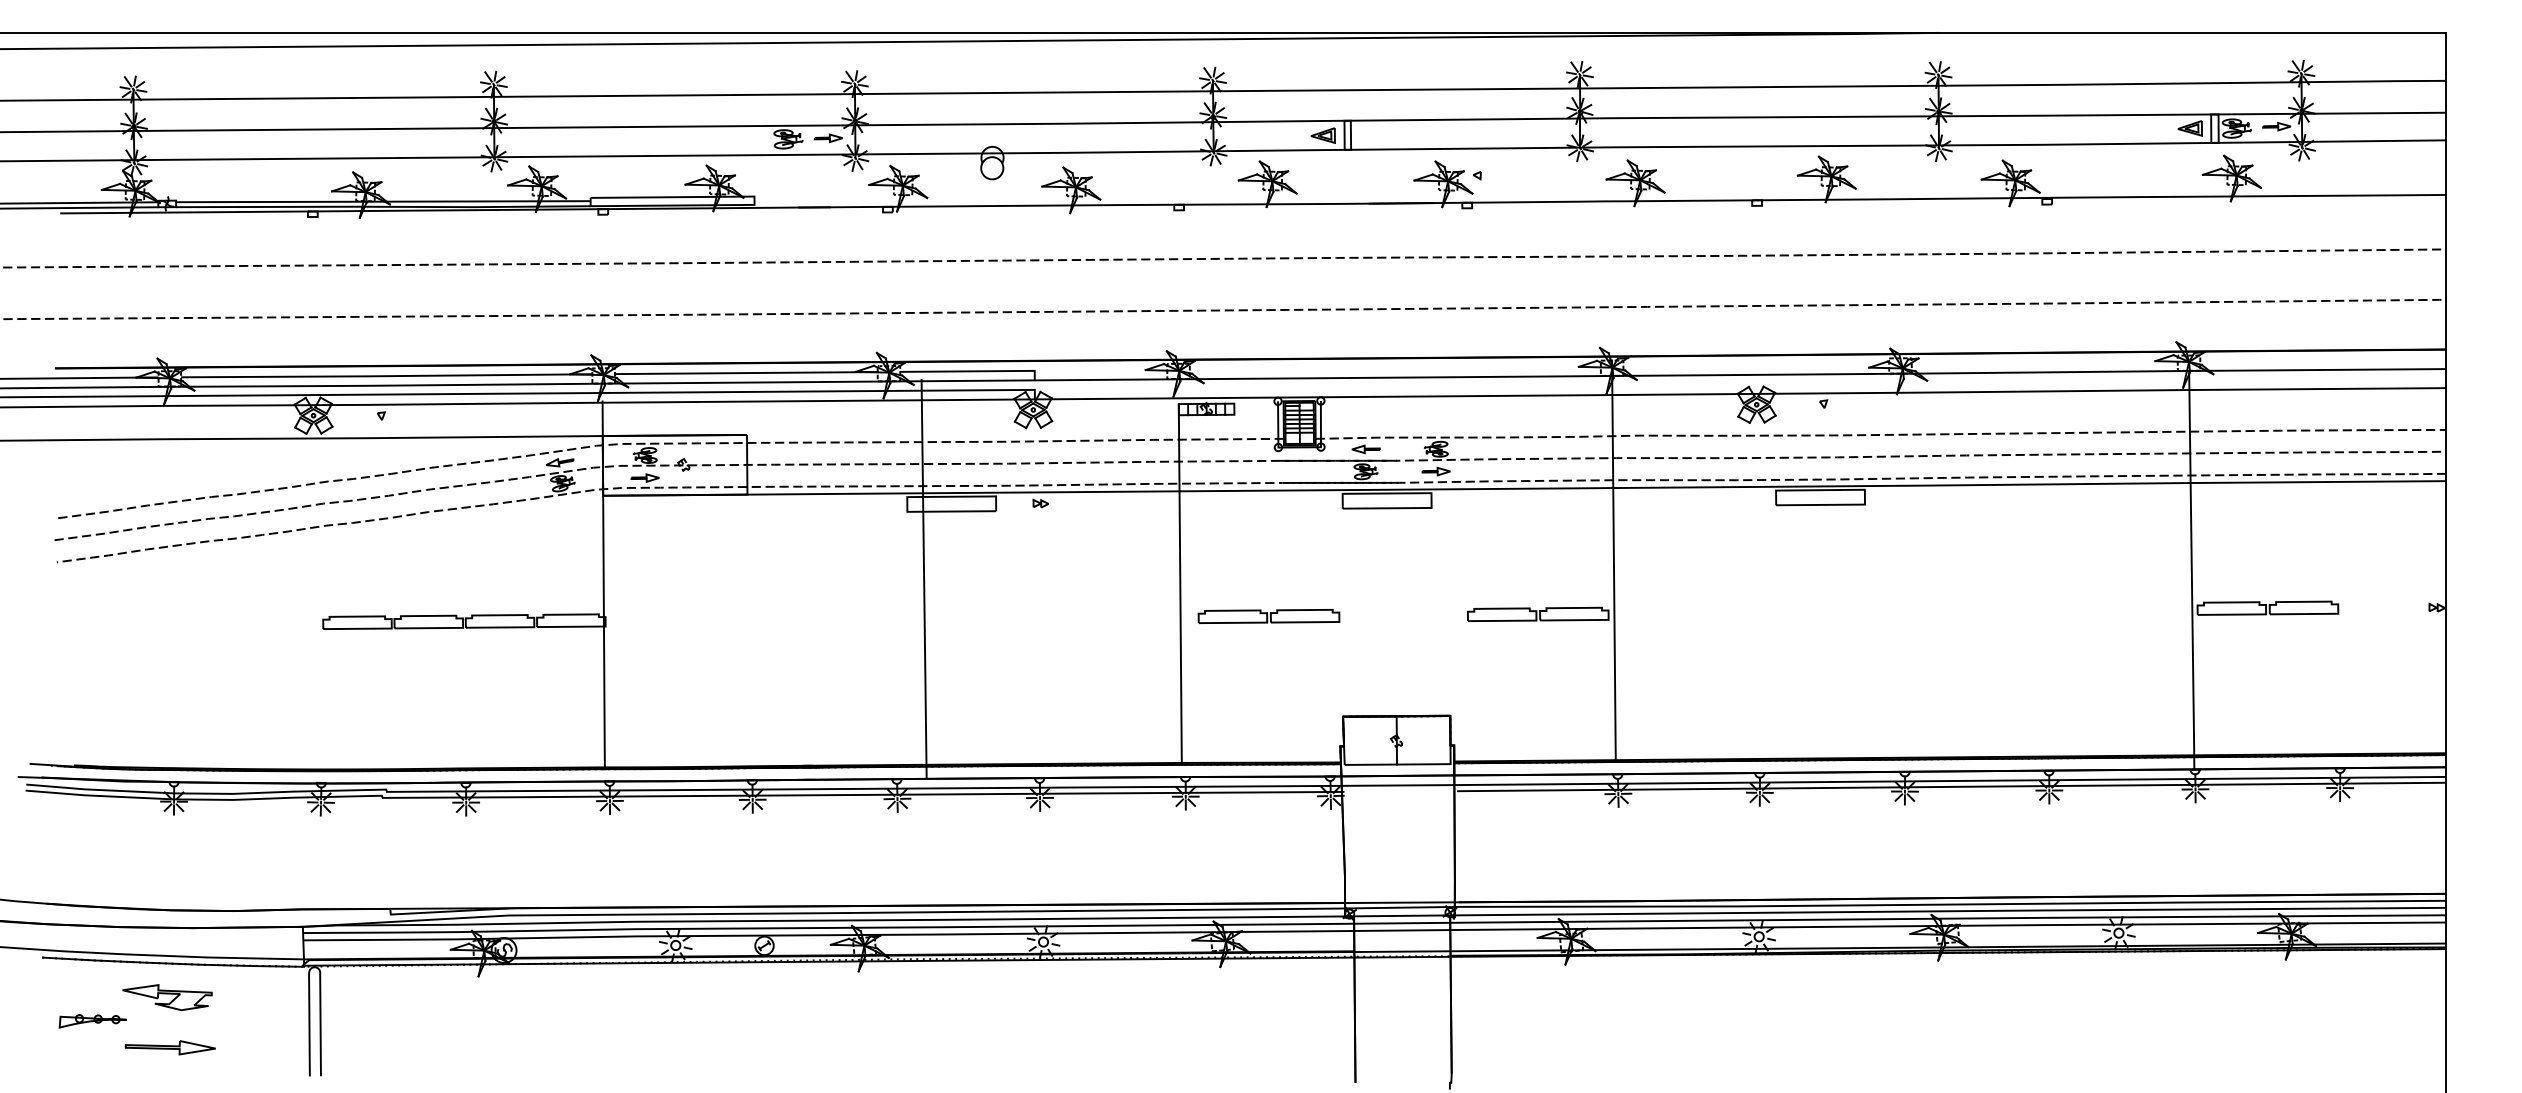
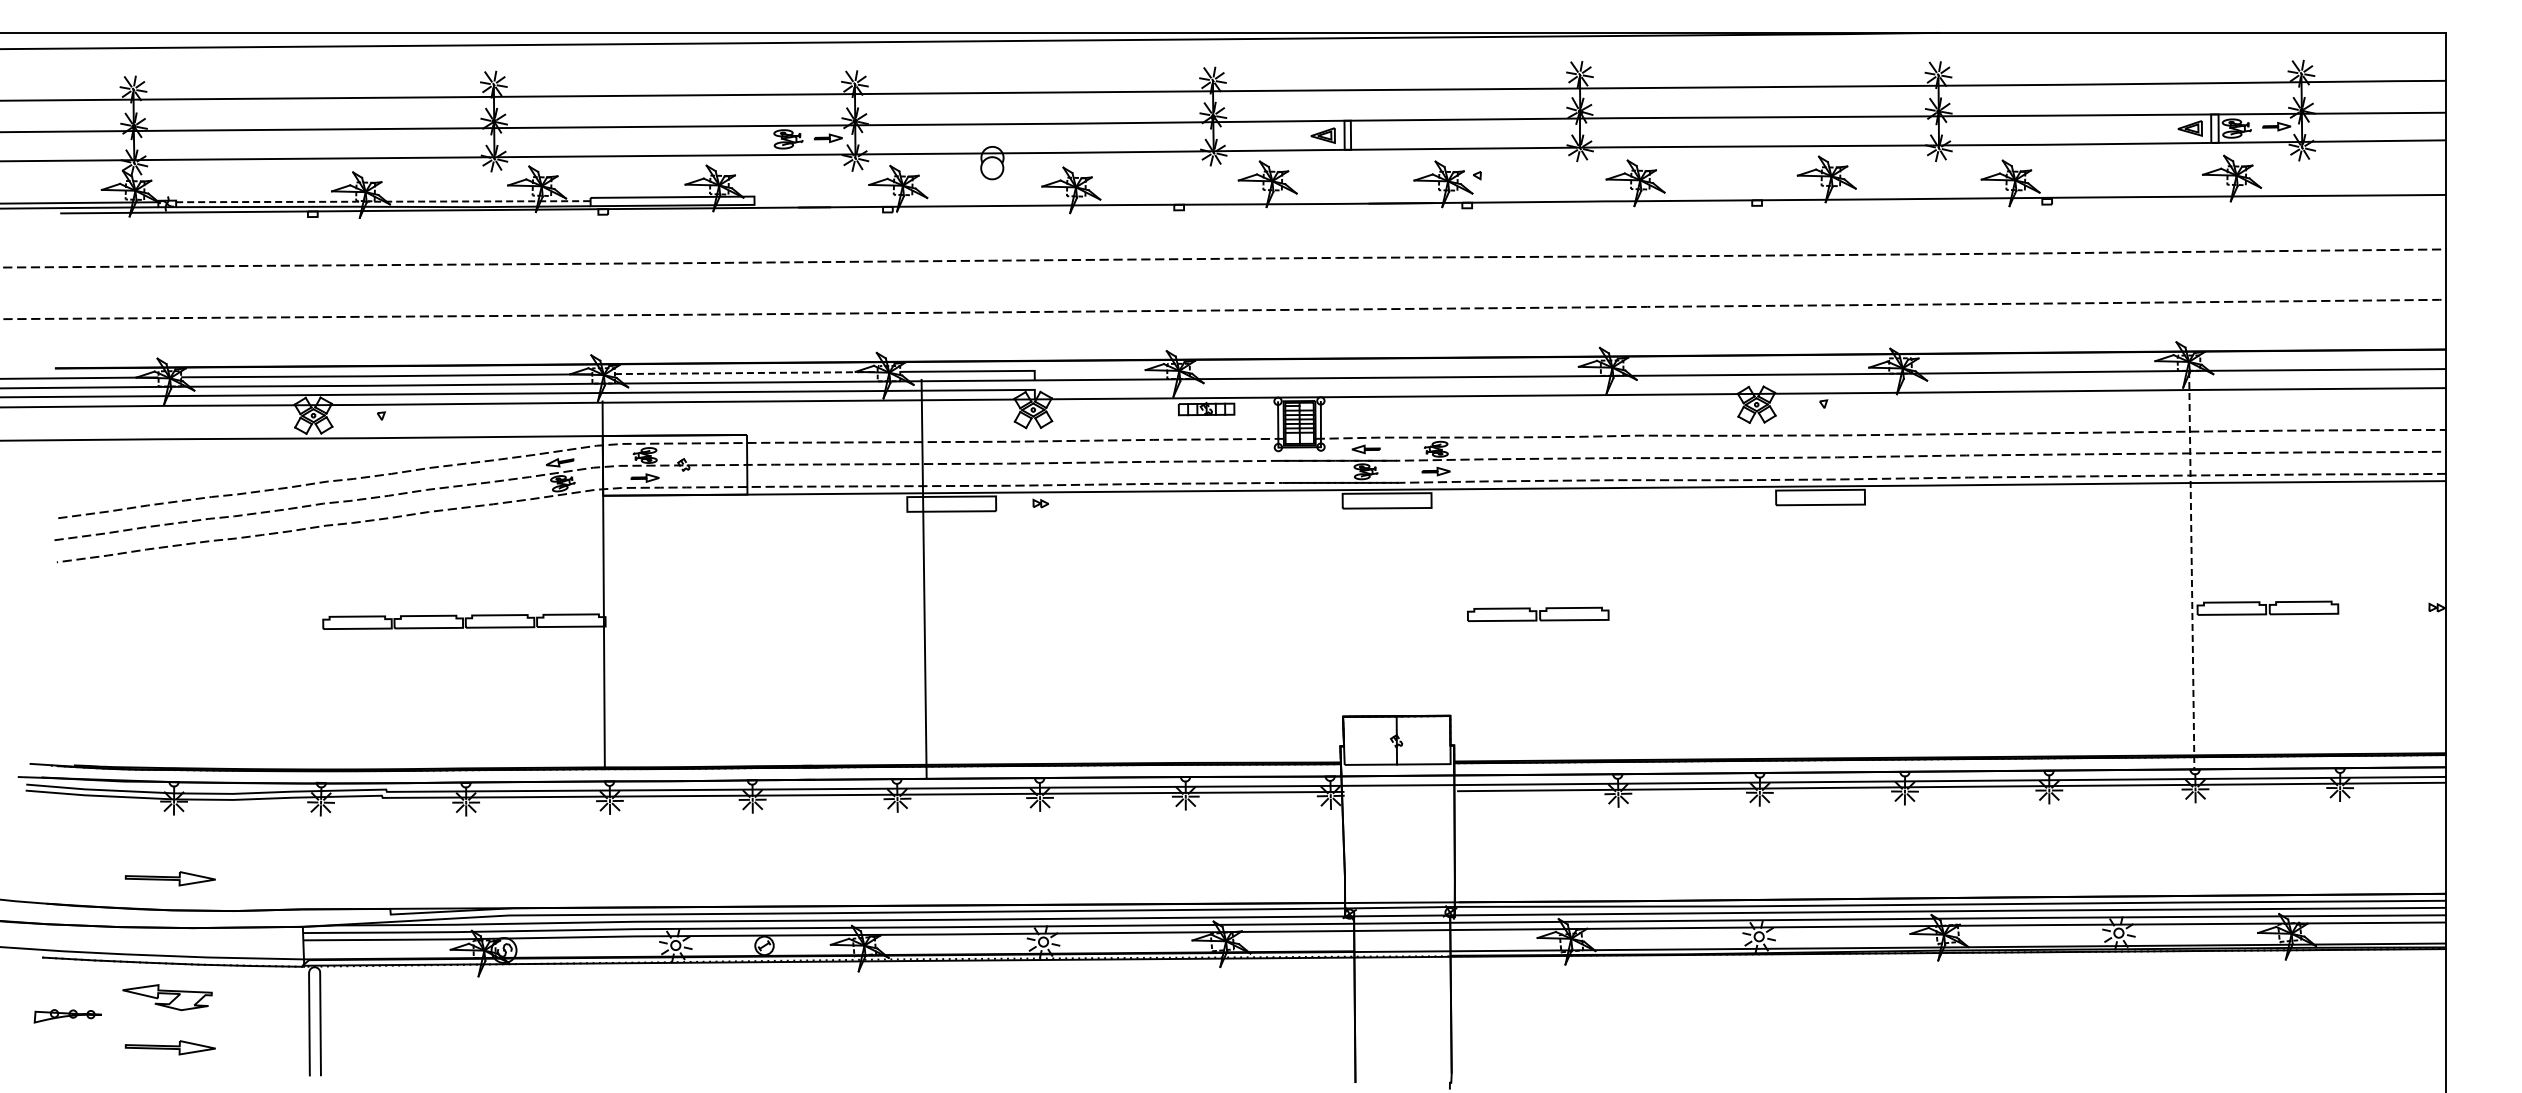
line at (382, 201): solid -> dashed
line at (746, 373): solid -> dashed
line at (1613, 560): present -> none
line at (2191, 570): solid -> dashed
line at (1179, 583): present -> none
part at (1268, 616): present -> none
part at (169, 878): none -> present
part at (92, 1021) position: (92, 1021) -> (67, 1016)
